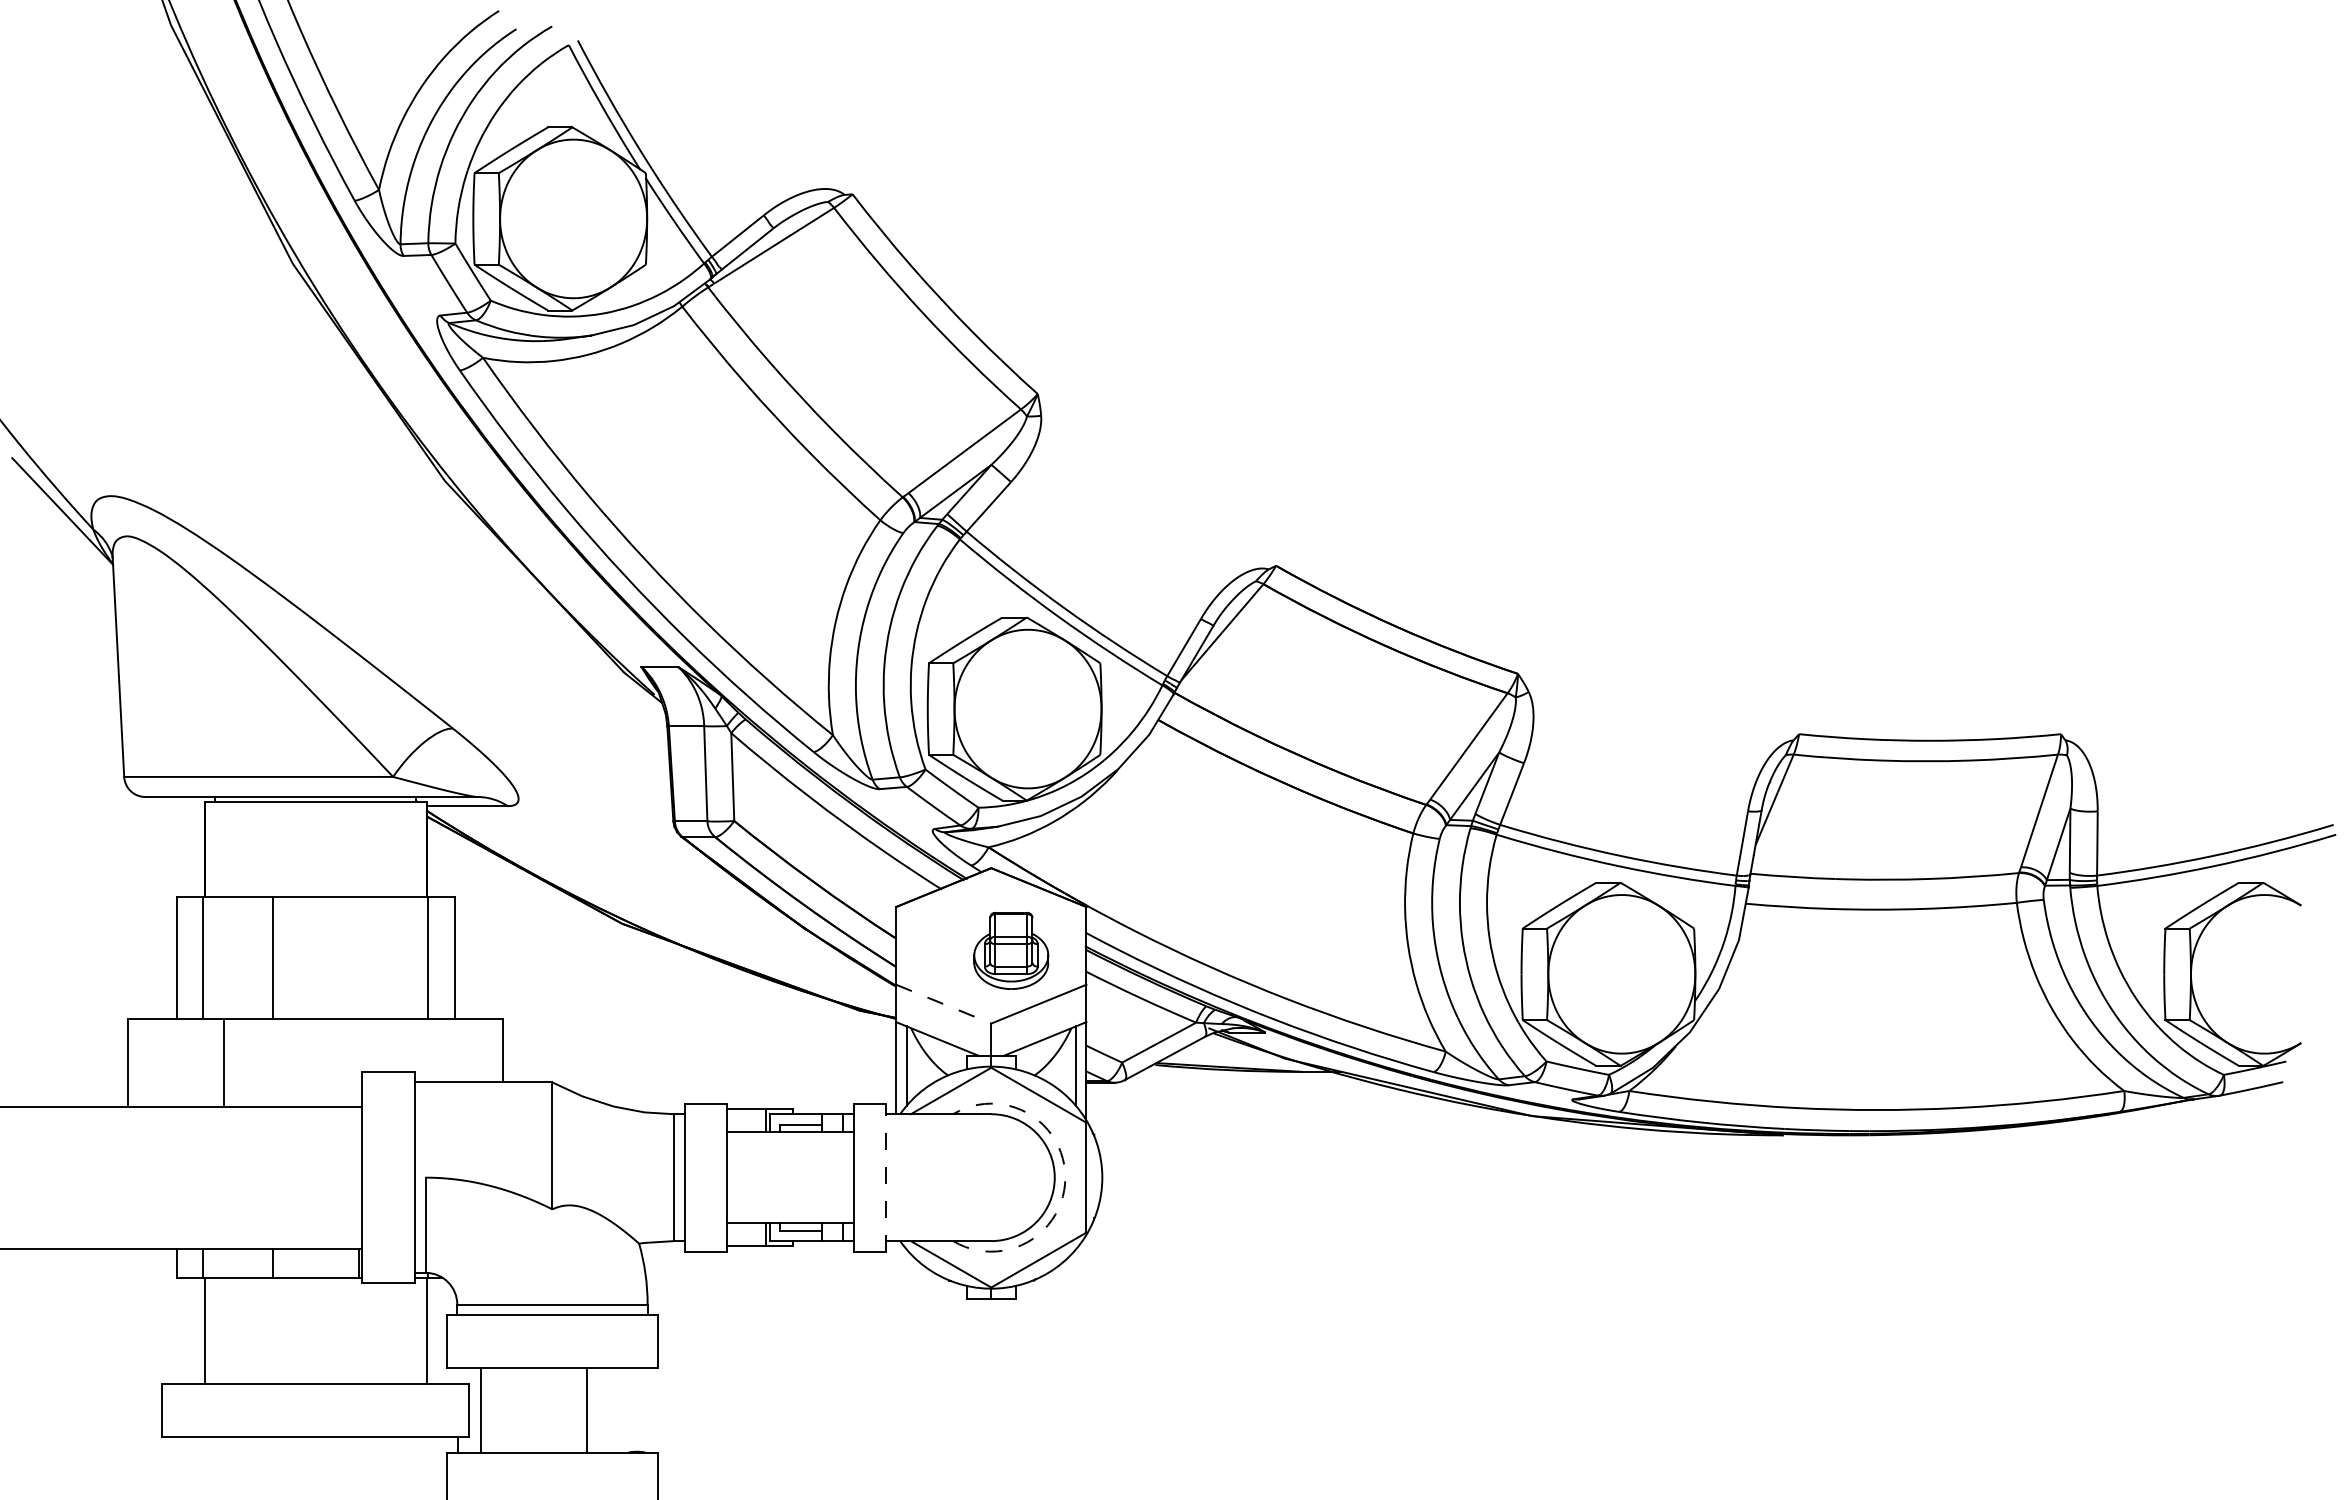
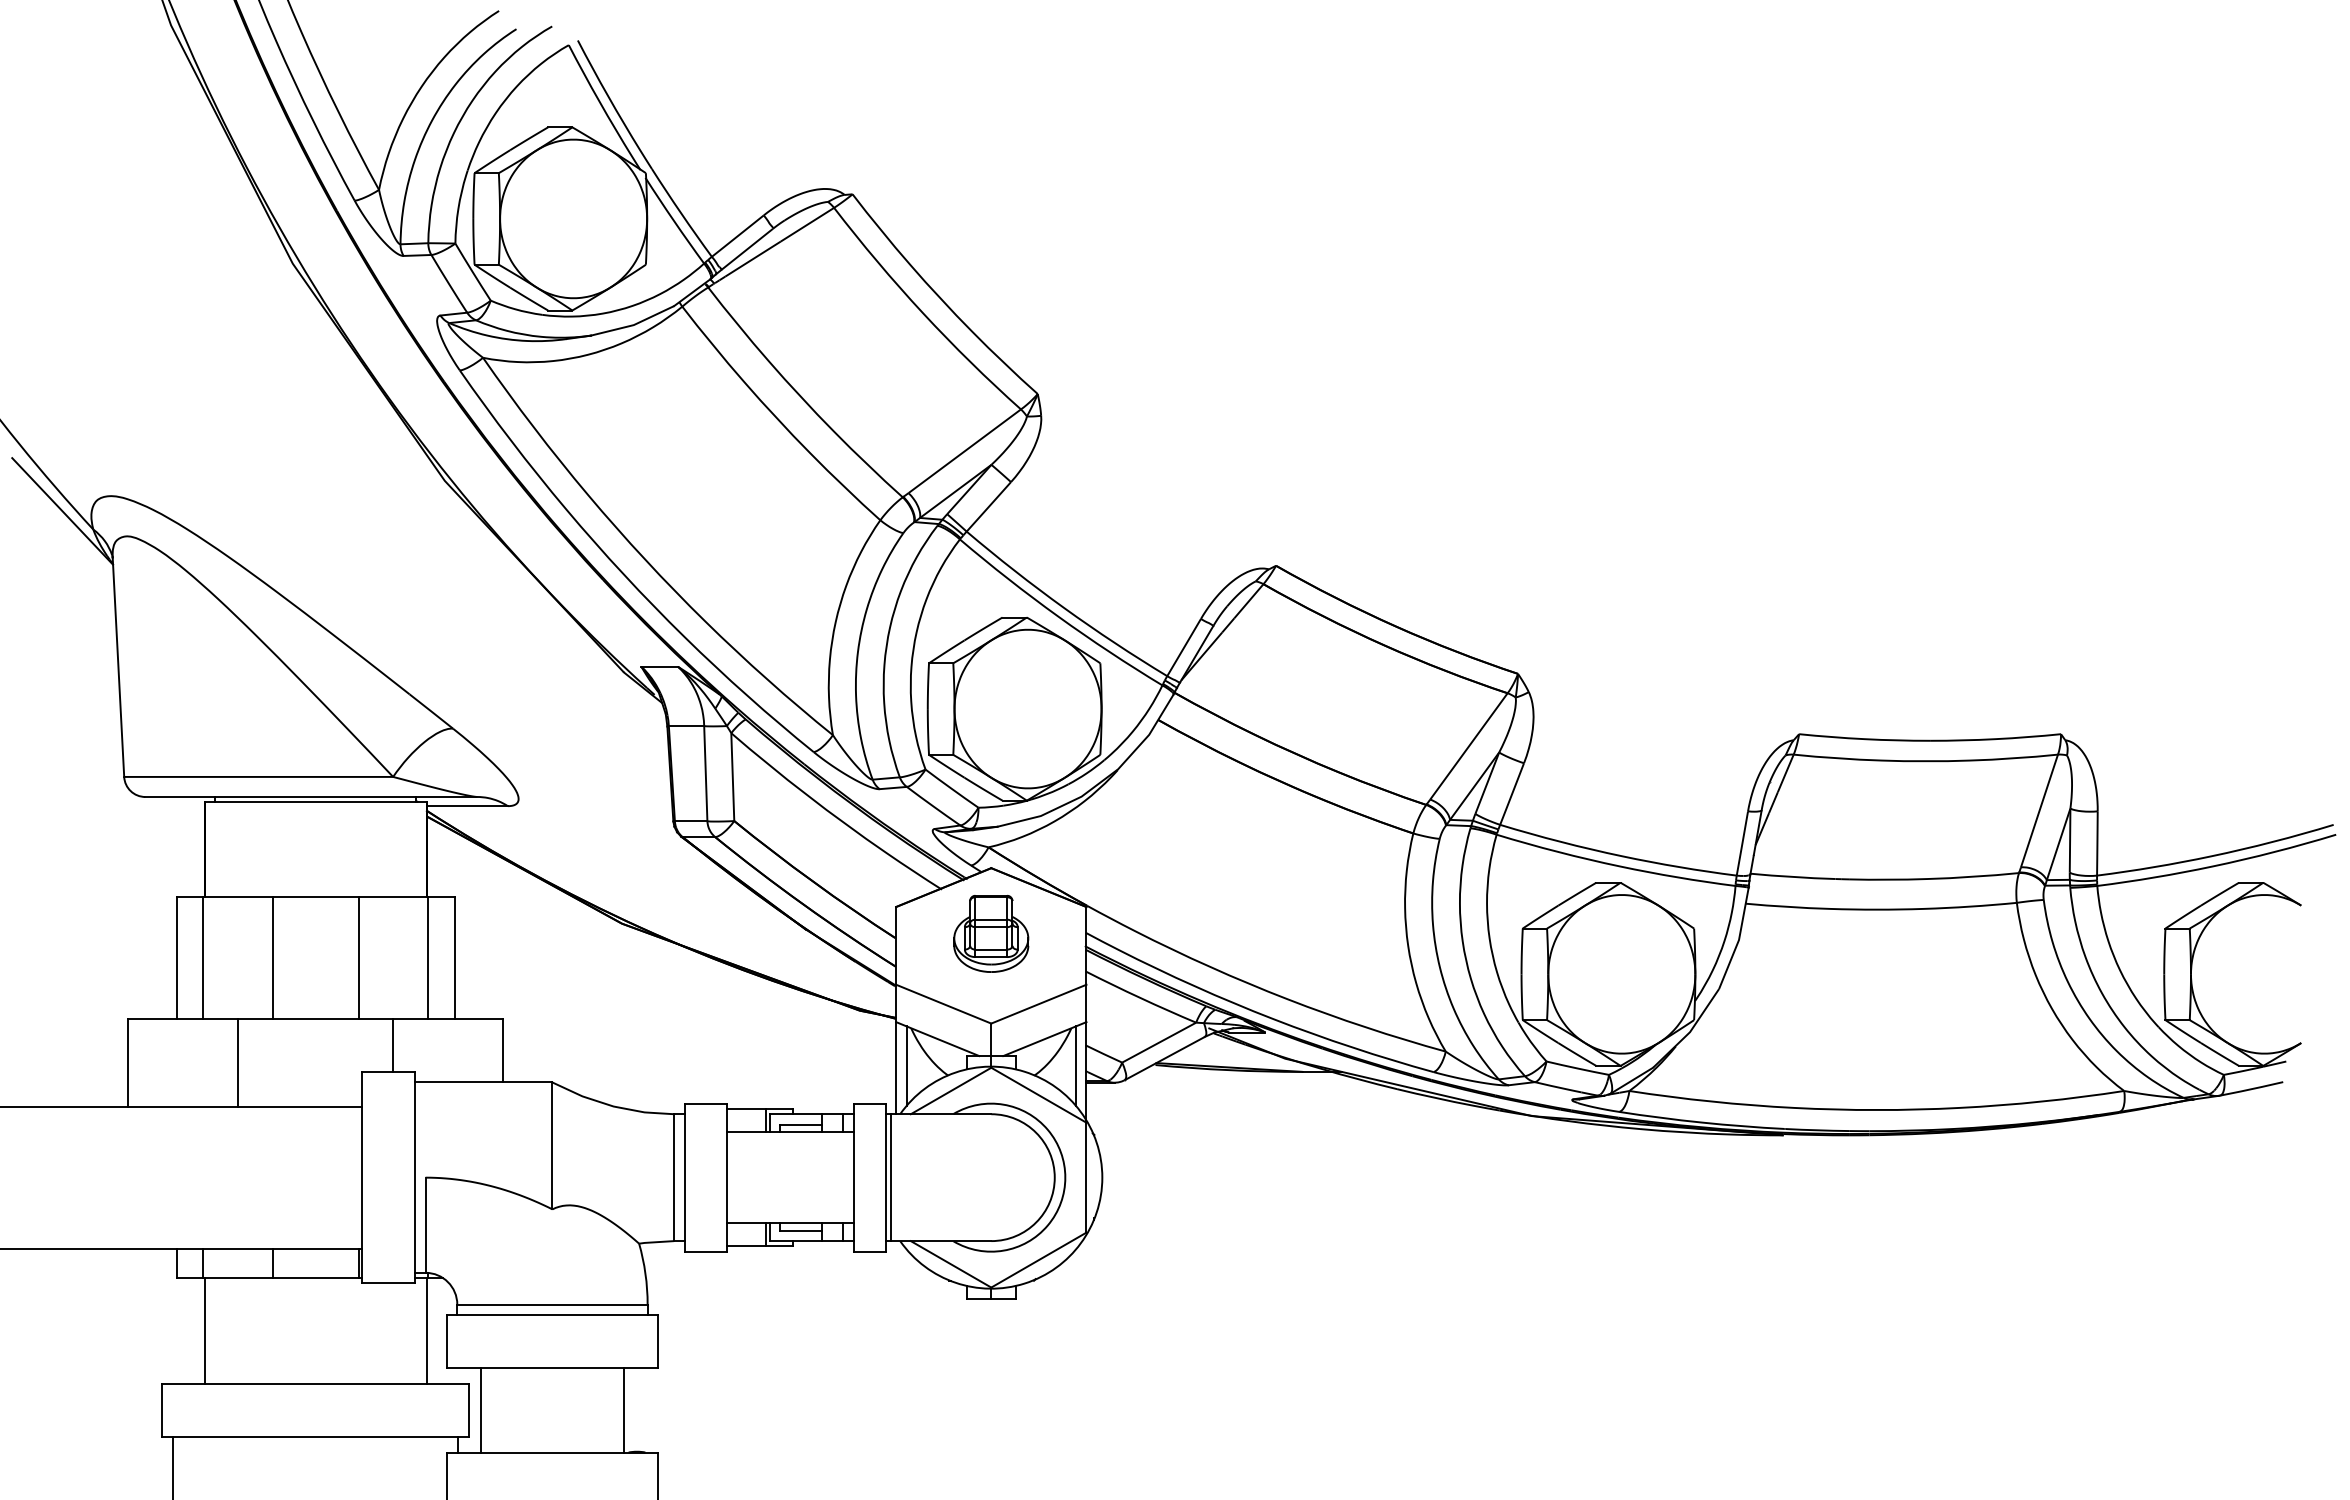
part at (1011, 950) position: (1011, 950) -> (991, 933)
line at (358, 958): none -> present
line at (944, 1004): dashed -> solid
line at (393, 1045): none -> present
line at (223, 1062) position: (223, 1062) -> (237, 1062)
line at (885, 1177): dashed -> solid
line at (890, 1177): none -> present
arc at (1065, 1177): dashed -> solid
line at (586, 1410) position: (586, 1410) -> (623, 1410)
line at (172, 1466): none -> present
